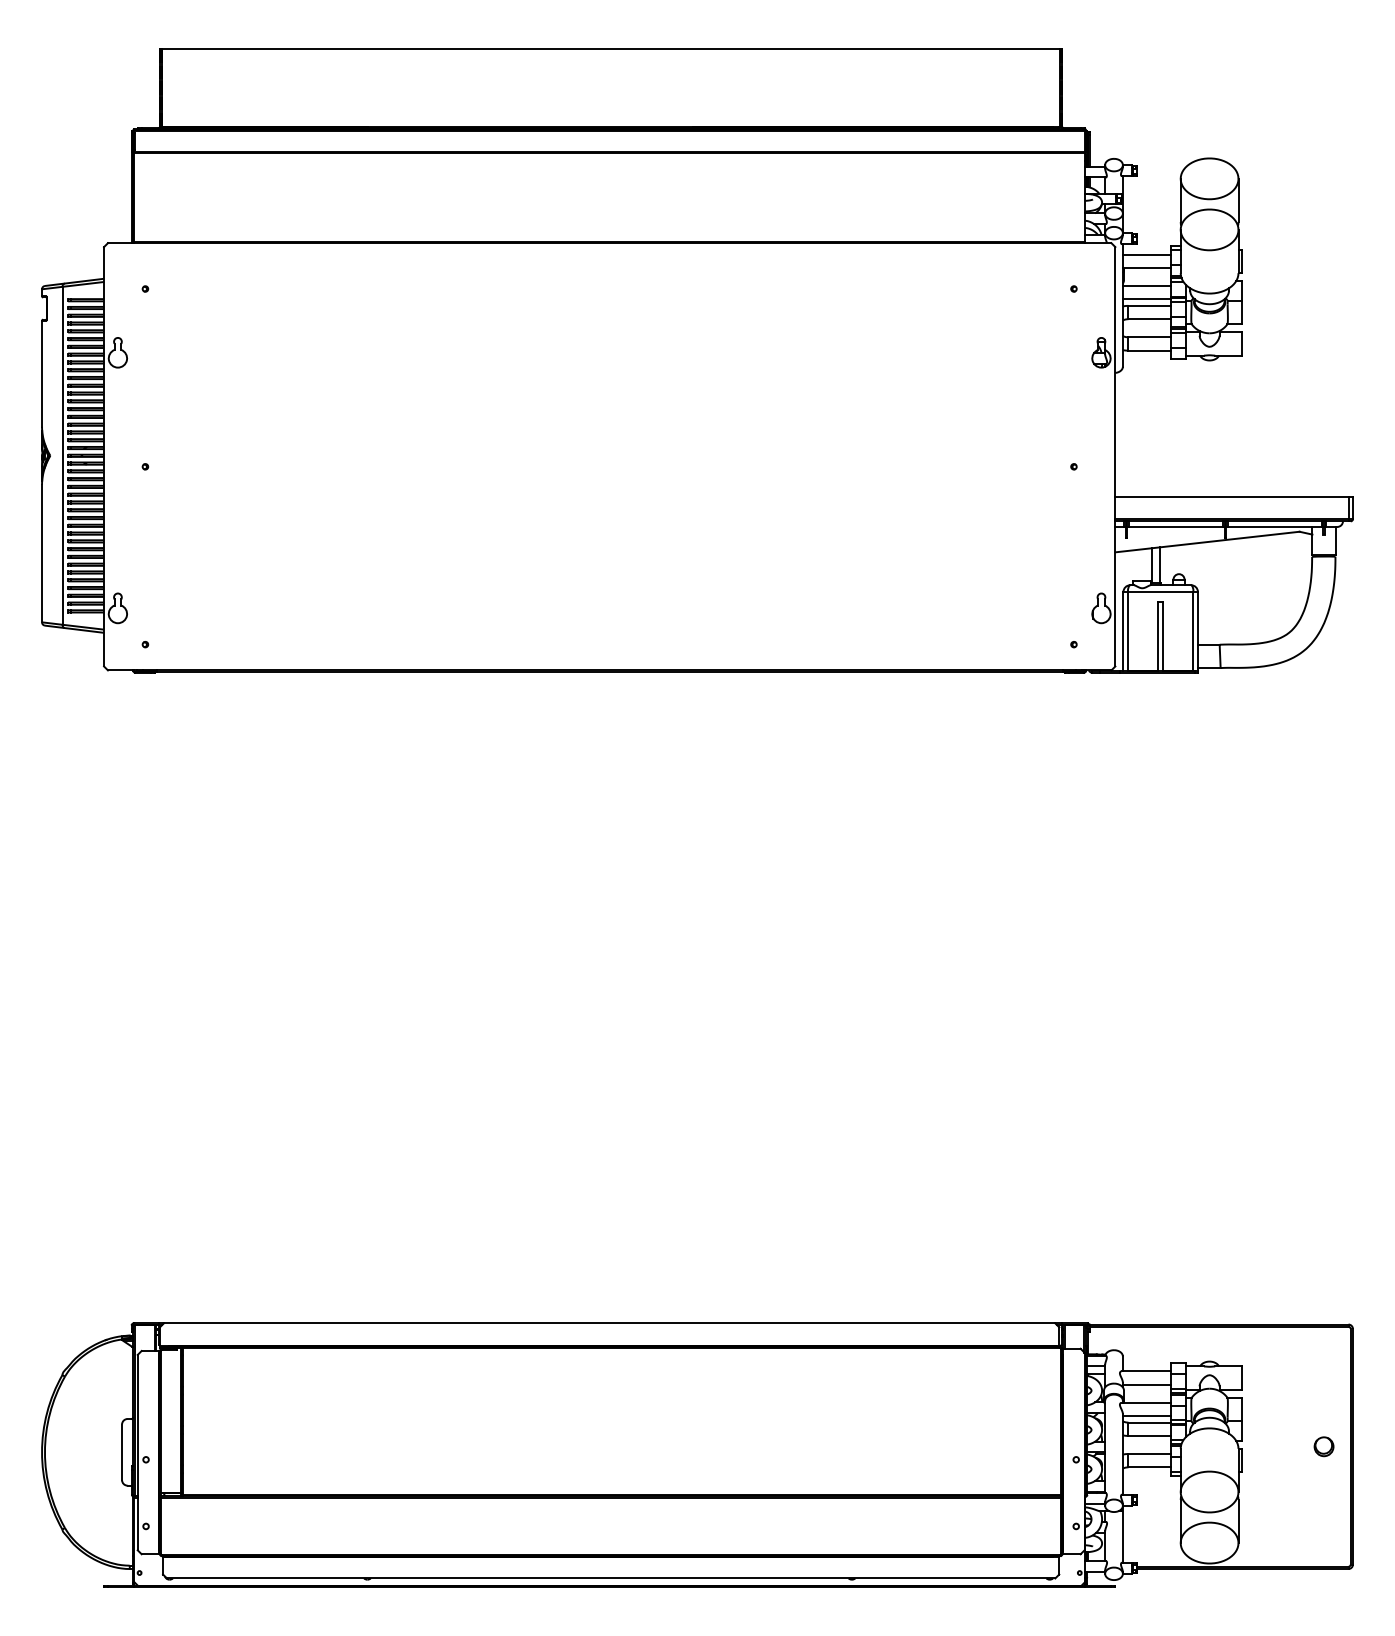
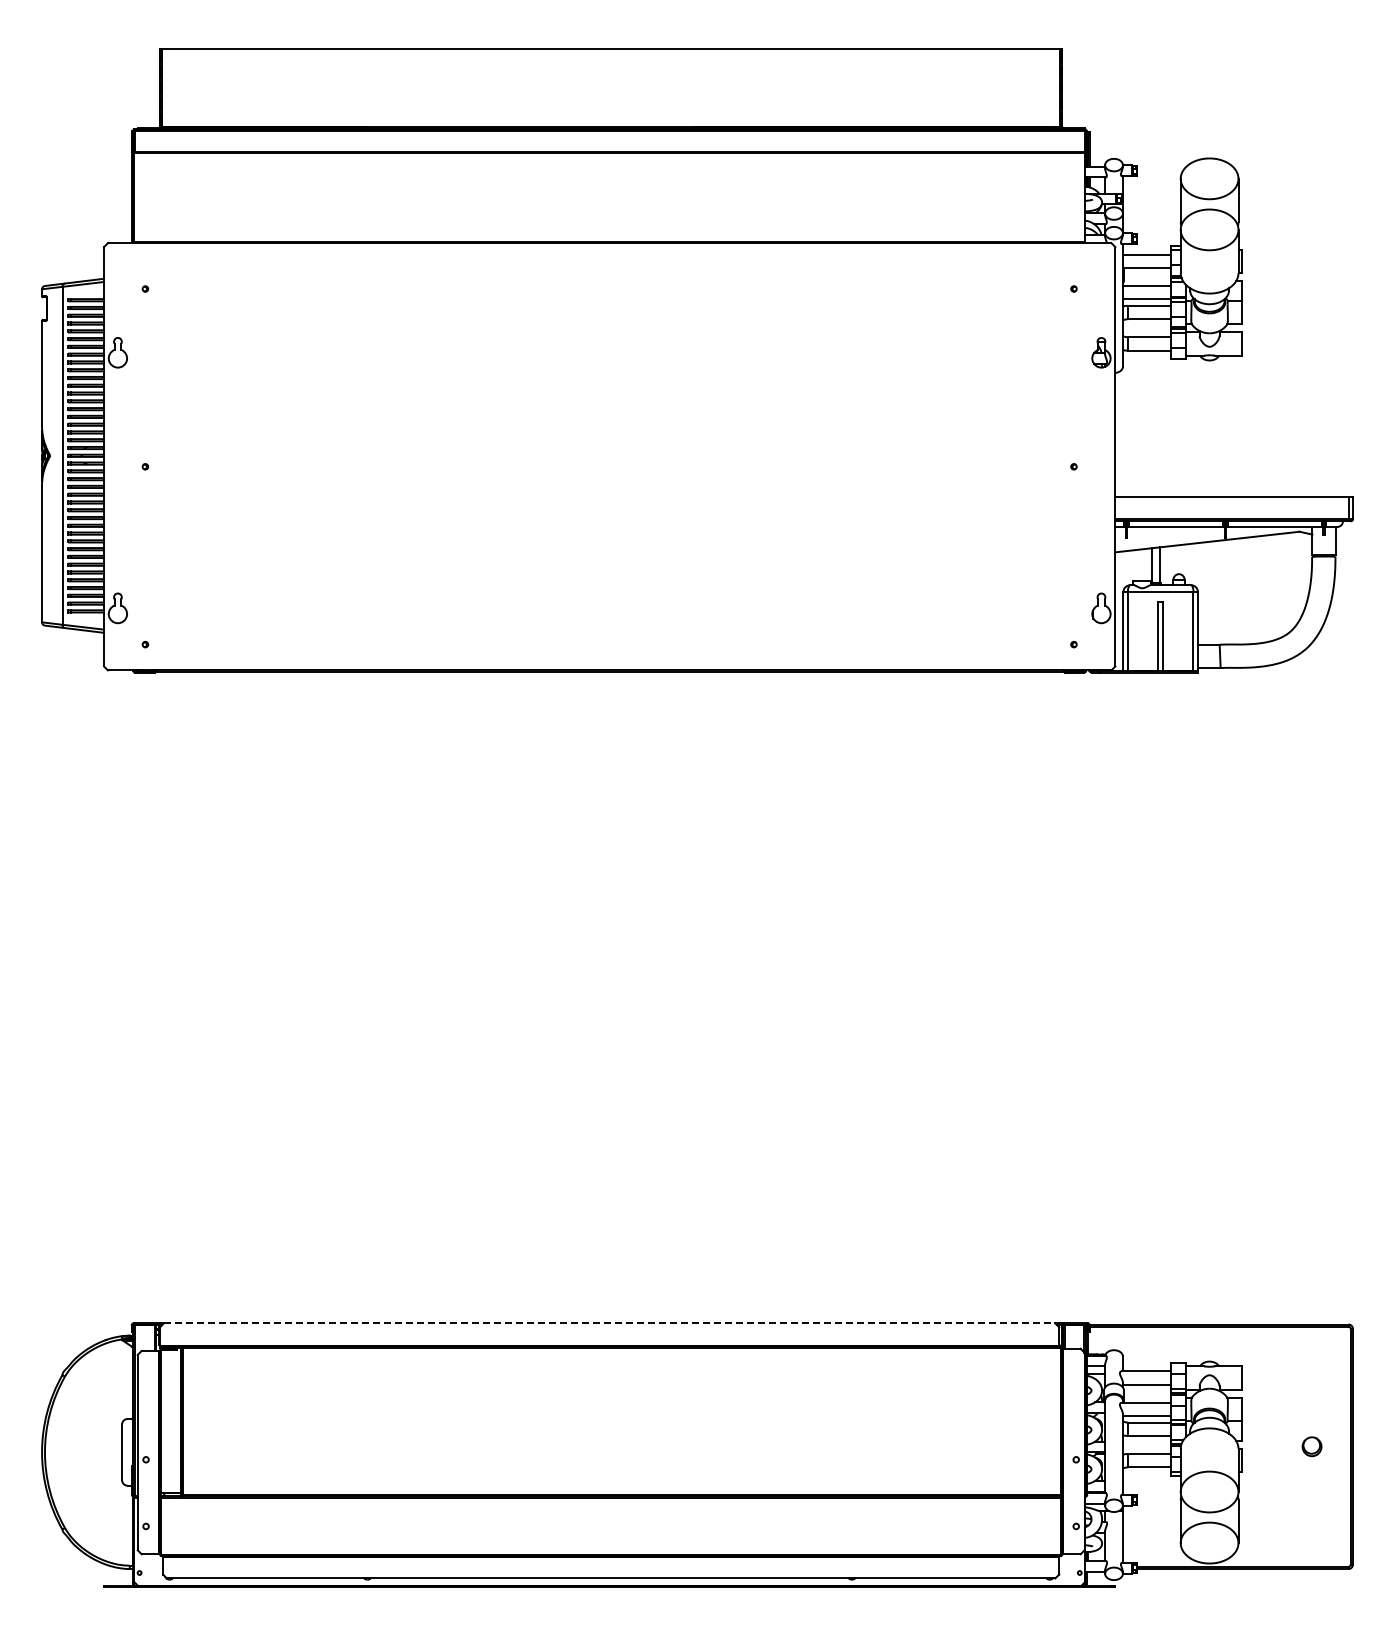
line at (609, 1323): solid -> dashed
part at (1323, 1446) position: (1323, 1446) -> (1311, 1446)
